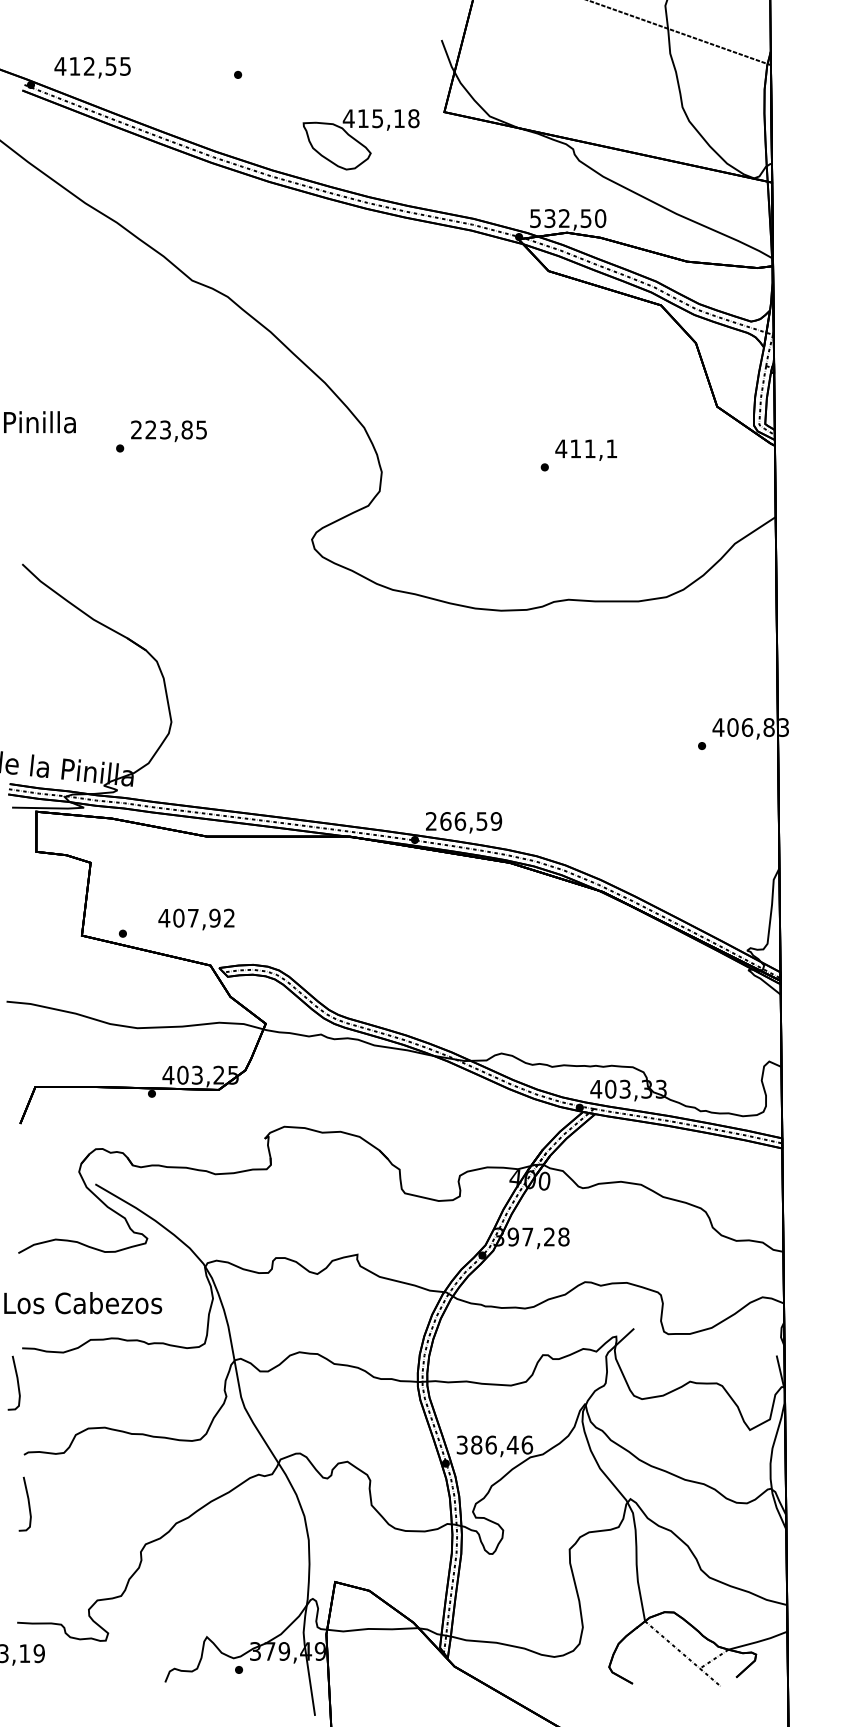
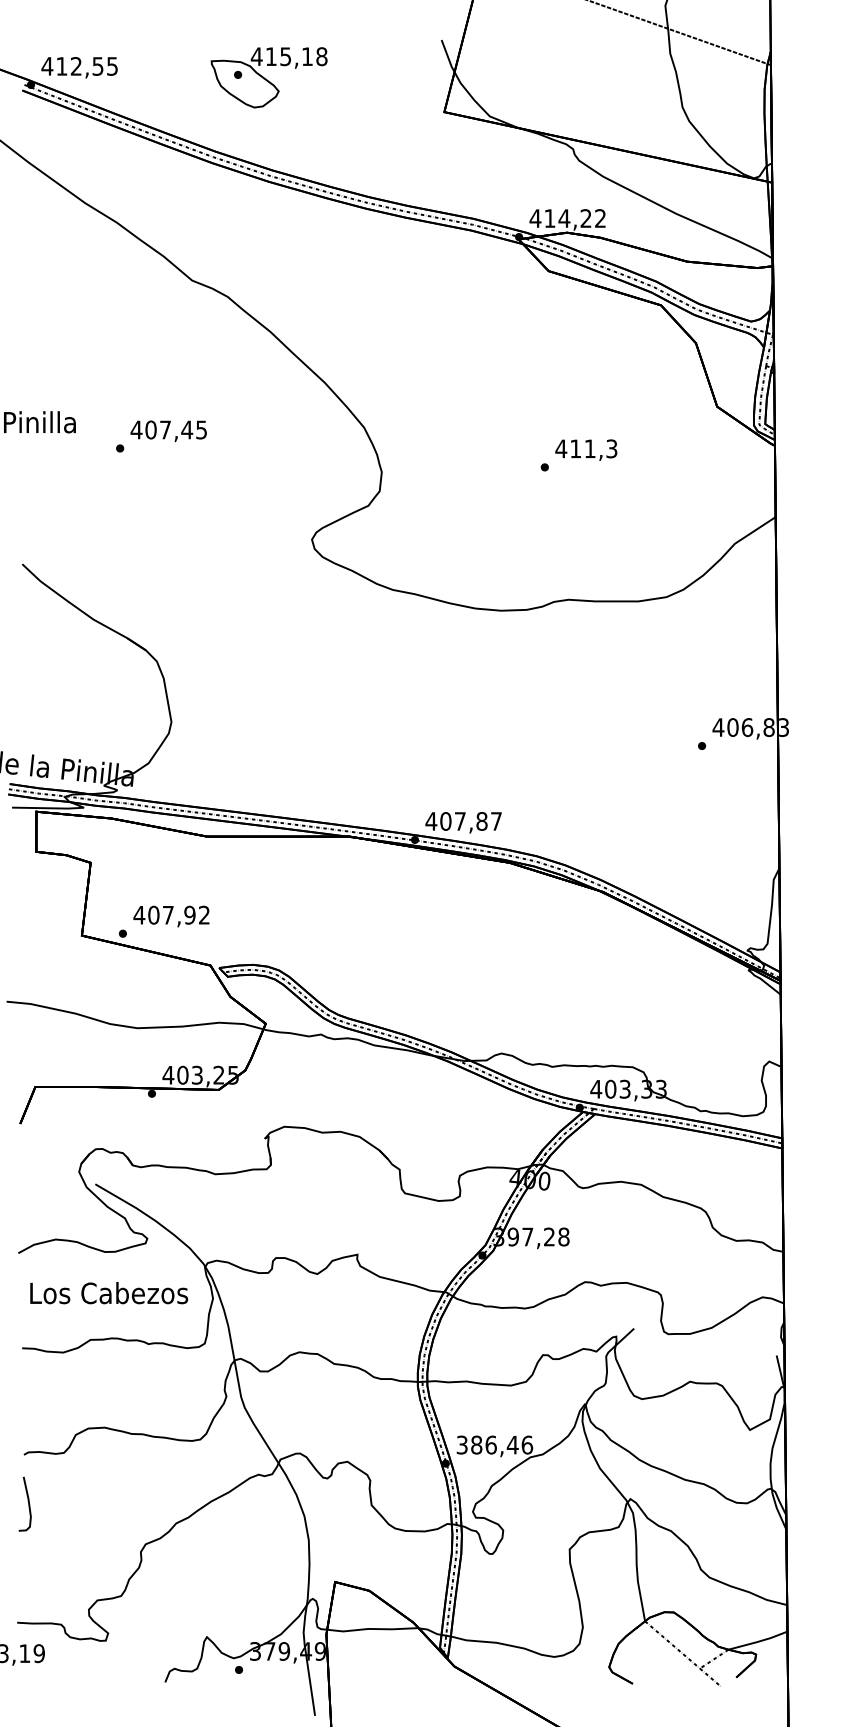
text at (92, 67) position: (92, 67) -> (79, 67)
part at (360, 139) position: (360, 139) -> (268, 77)
text at (567, 218): 532,50 -> 414,22
text at (161, 429): 223,85 -> 407,45
text at (611, 448): 411,1 -> 411,3
text at (463, 821): 266,59 -> 407,87
text at (196, 919) position: (196, 919) -> (171, 916)
text at (83, 1303) position: (83, 1303) -> (109, 1293)
curve at (16, 1380): present -> none
